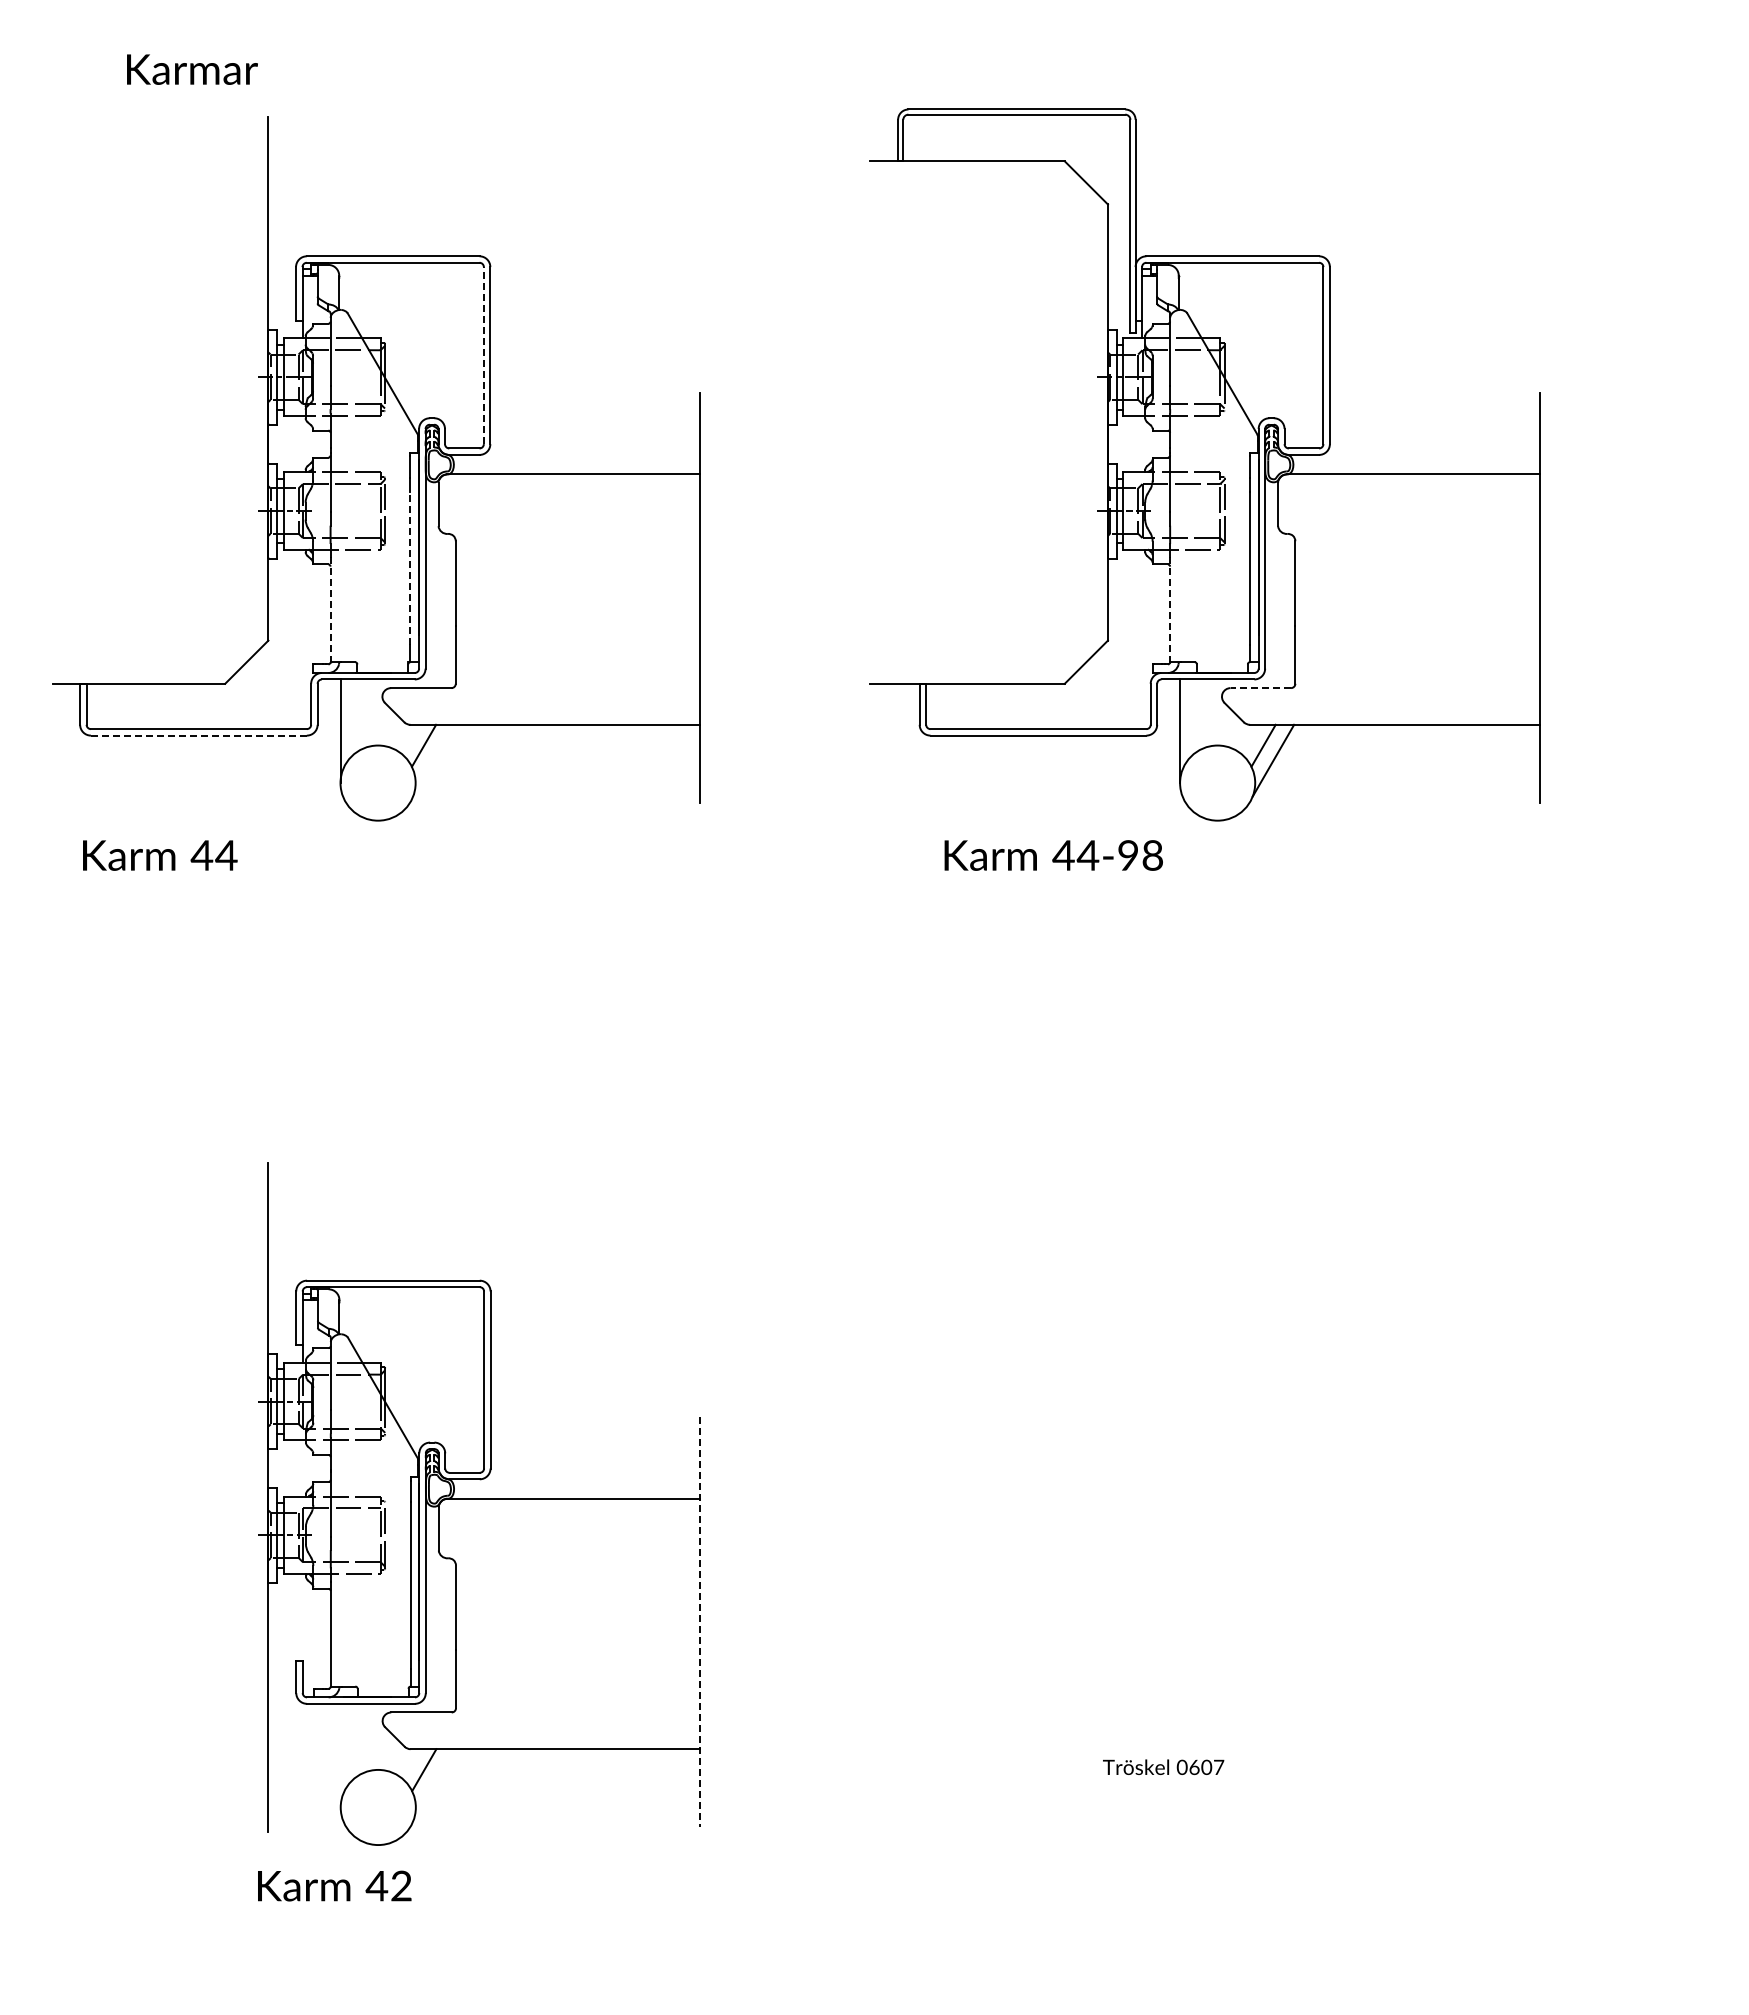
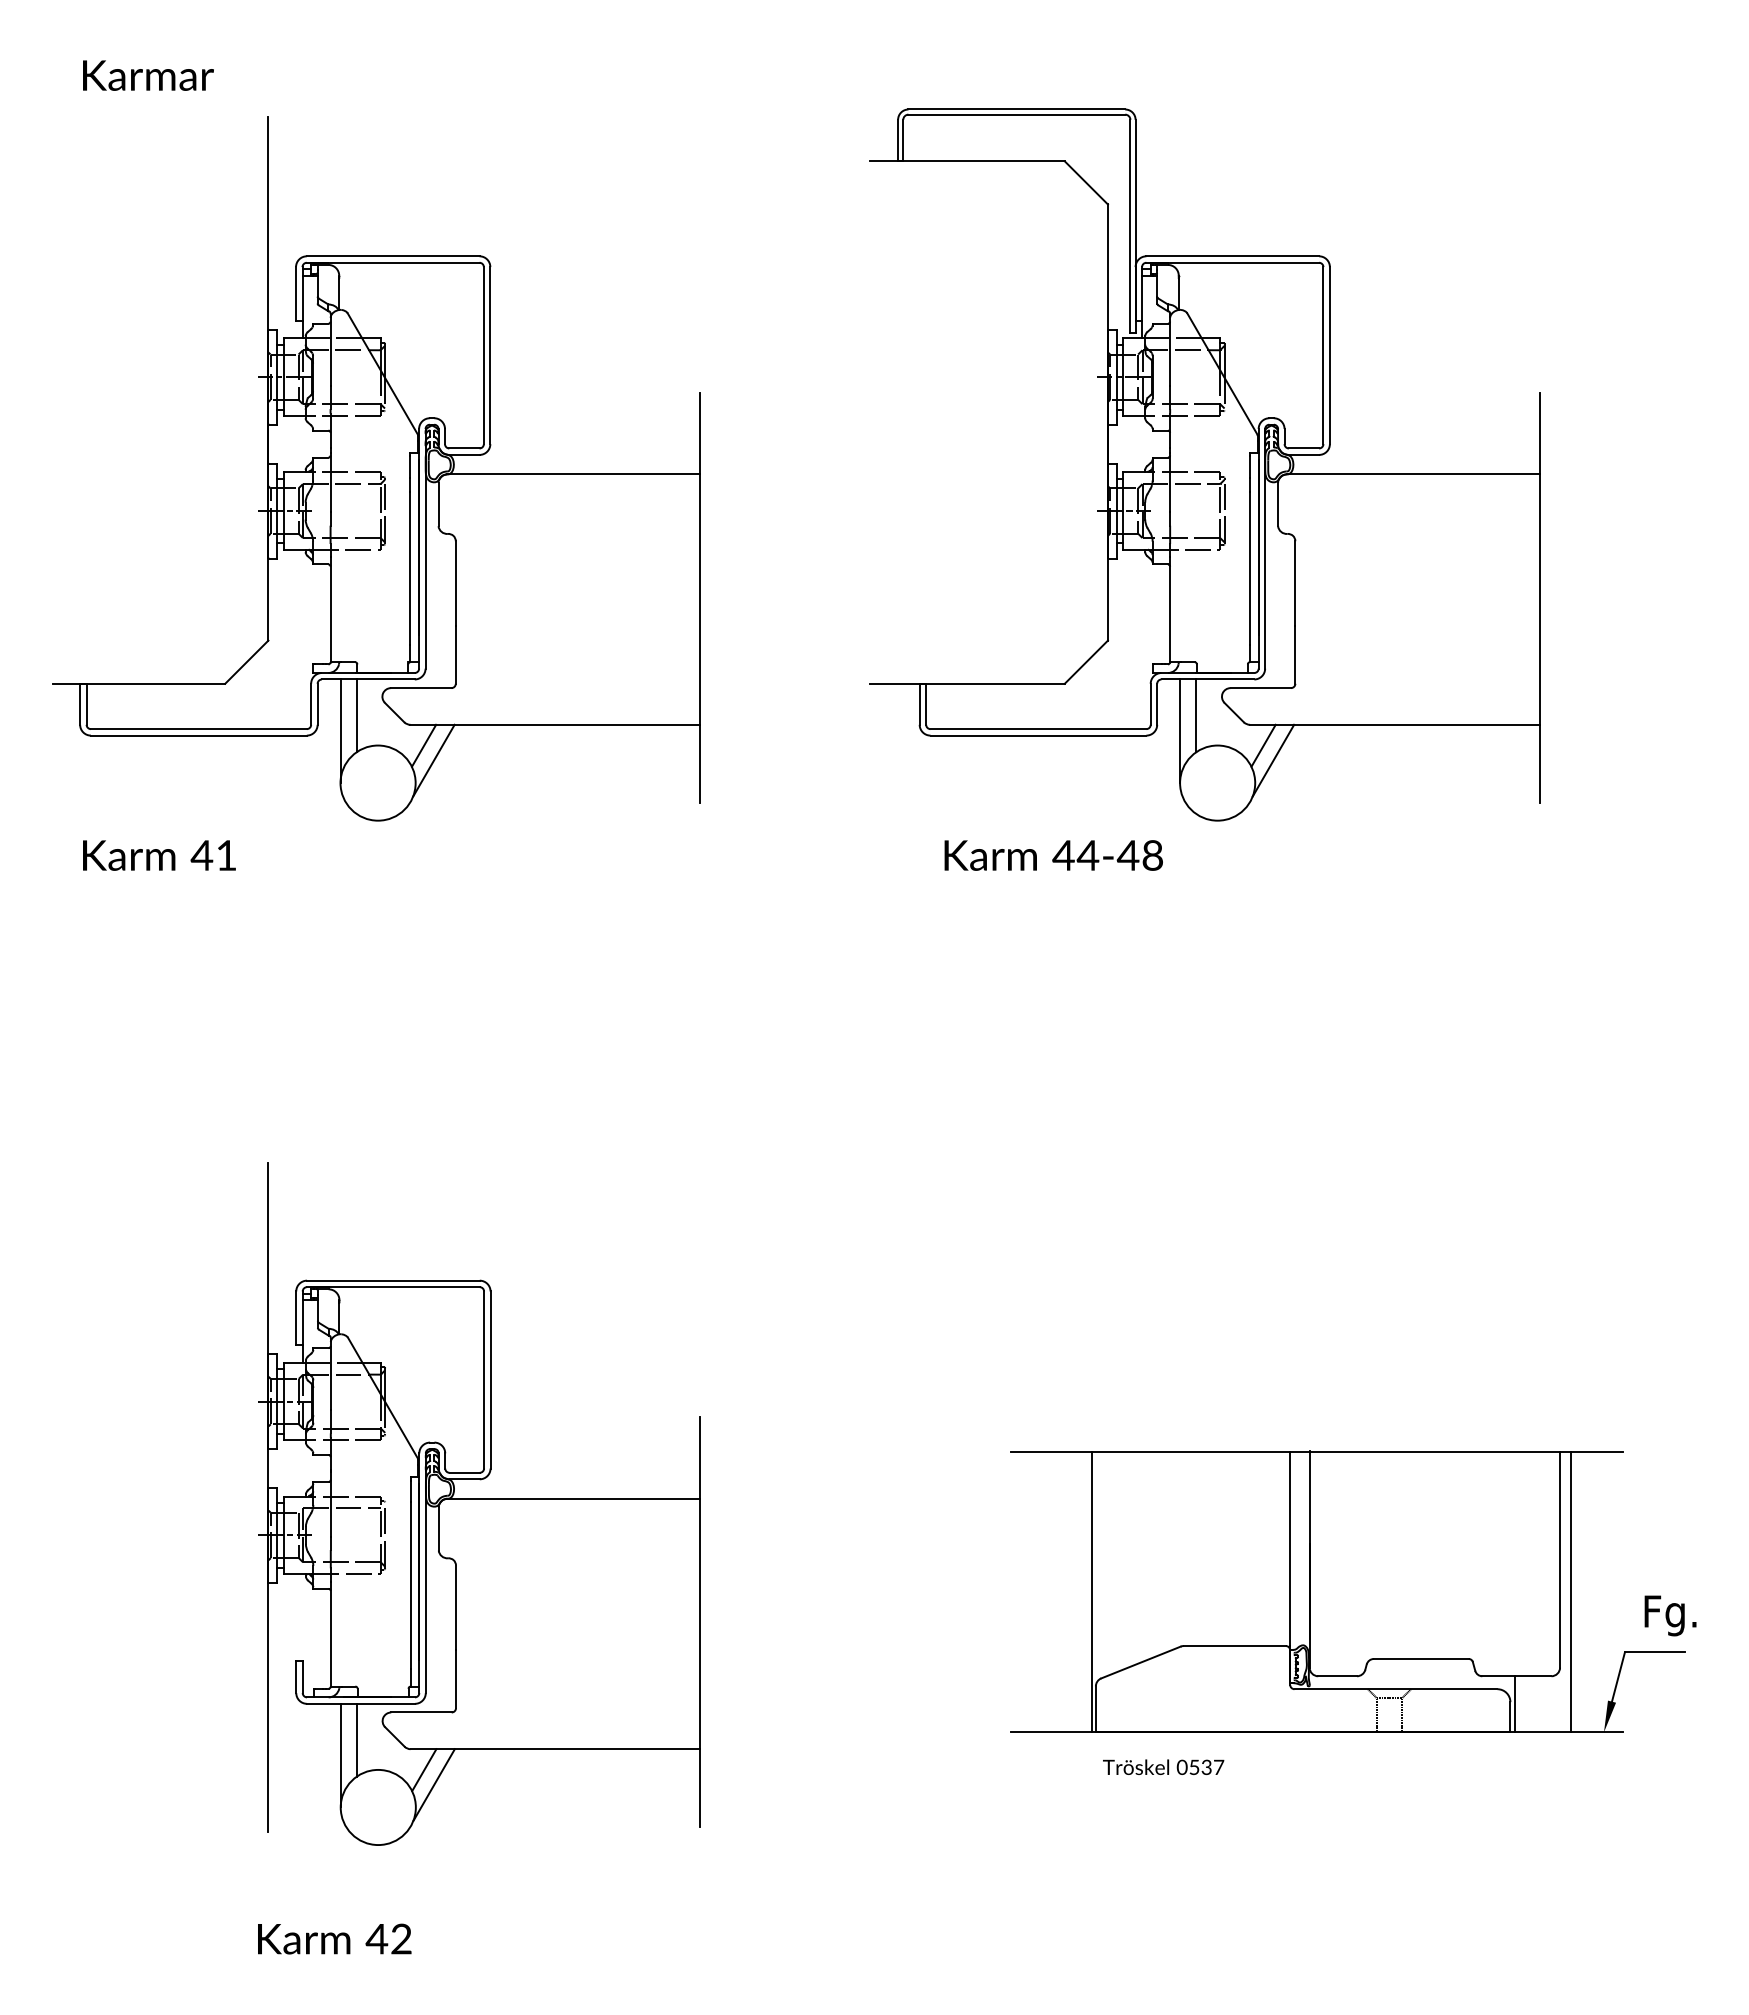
text at (192, 69) position: (192, 69) -> (148, 75)
line at (483, 355): dashed -> solid
line at (410, 568): dashed -> solid
line at (330, 610): dashed -> solid
line at (1170, 610): dashed -> solid
line at (1260, 688): dashed -> solid
line at (356, 715): none -> present
line at (1196, 715): none -> present
line at (198, 735): dashed -> solid
line at (433, 760): none -> present
text at (226, 855): 44 -> 41
text at (1127, 855): 44-98 -> 44-48
part at (1353, 1591): none -> present
line at (700, 1622): dashed -> solid
line at (356, 1739): none -> present
line at (340, 1755): none -> present
text at (1200, 1766): 0607 -> 0537
line at (433, 1784): none -> present
text at (334, 1885) position: (334, 1885) -> (334, 1938)
